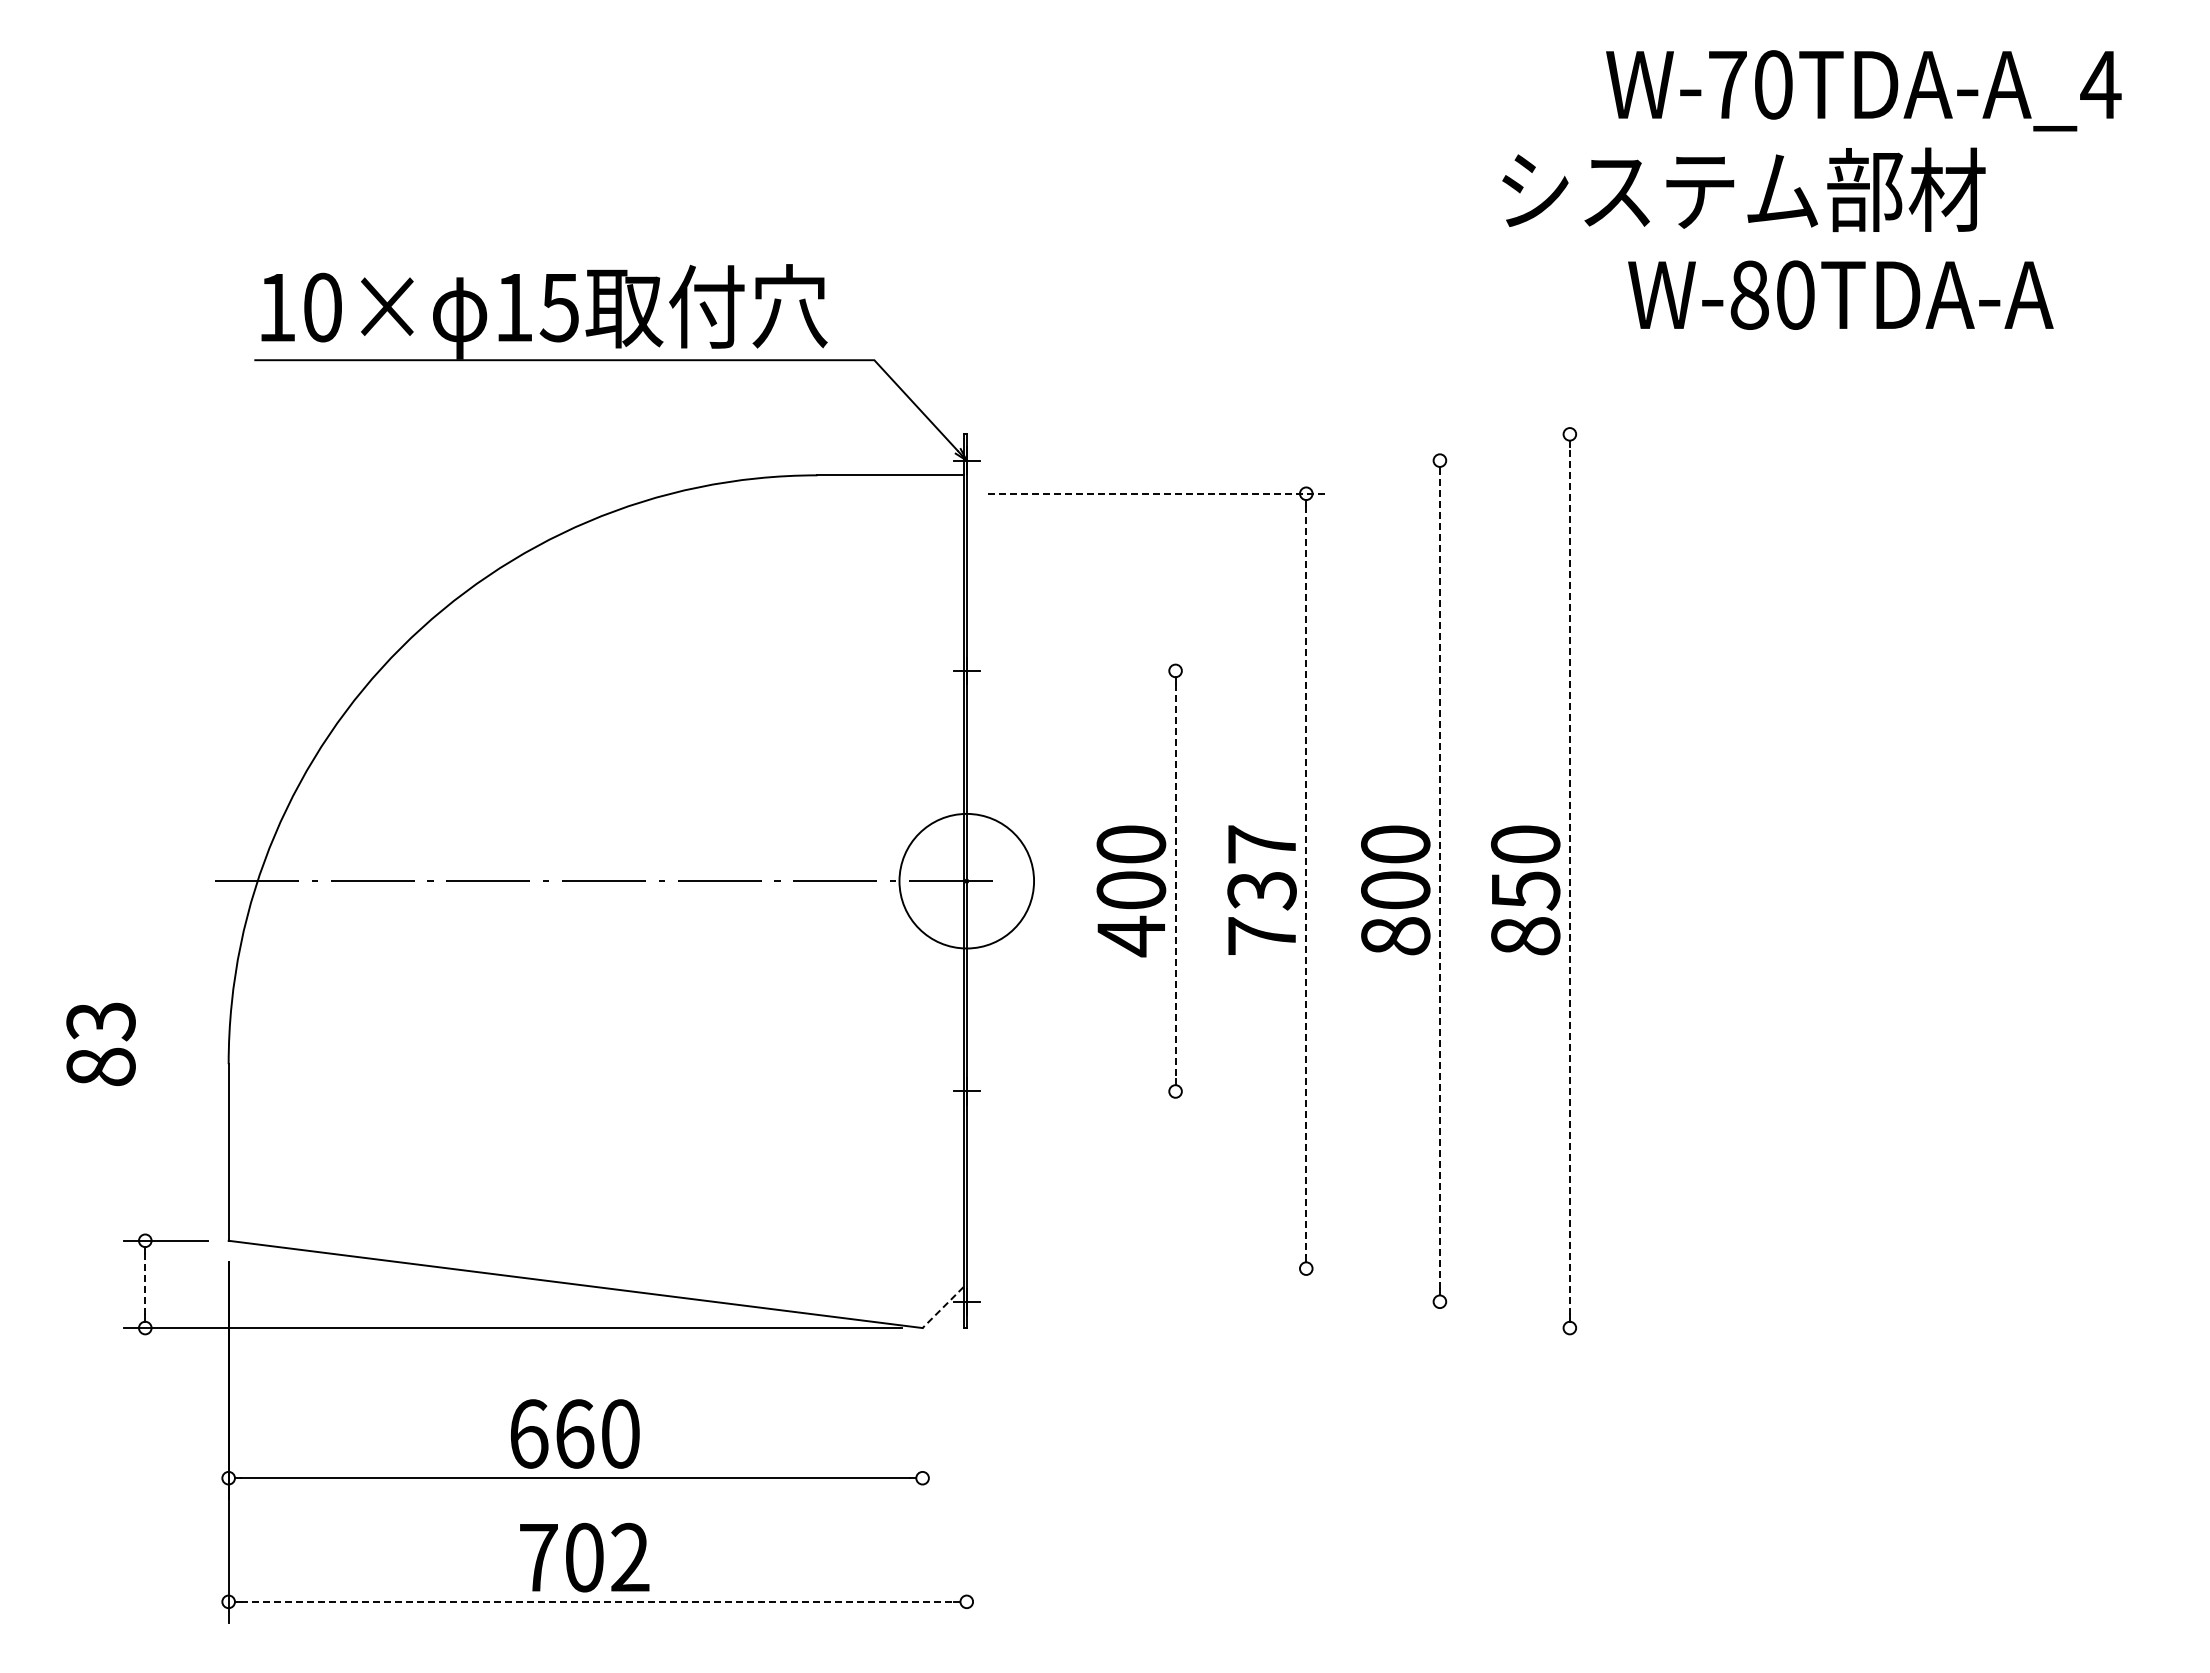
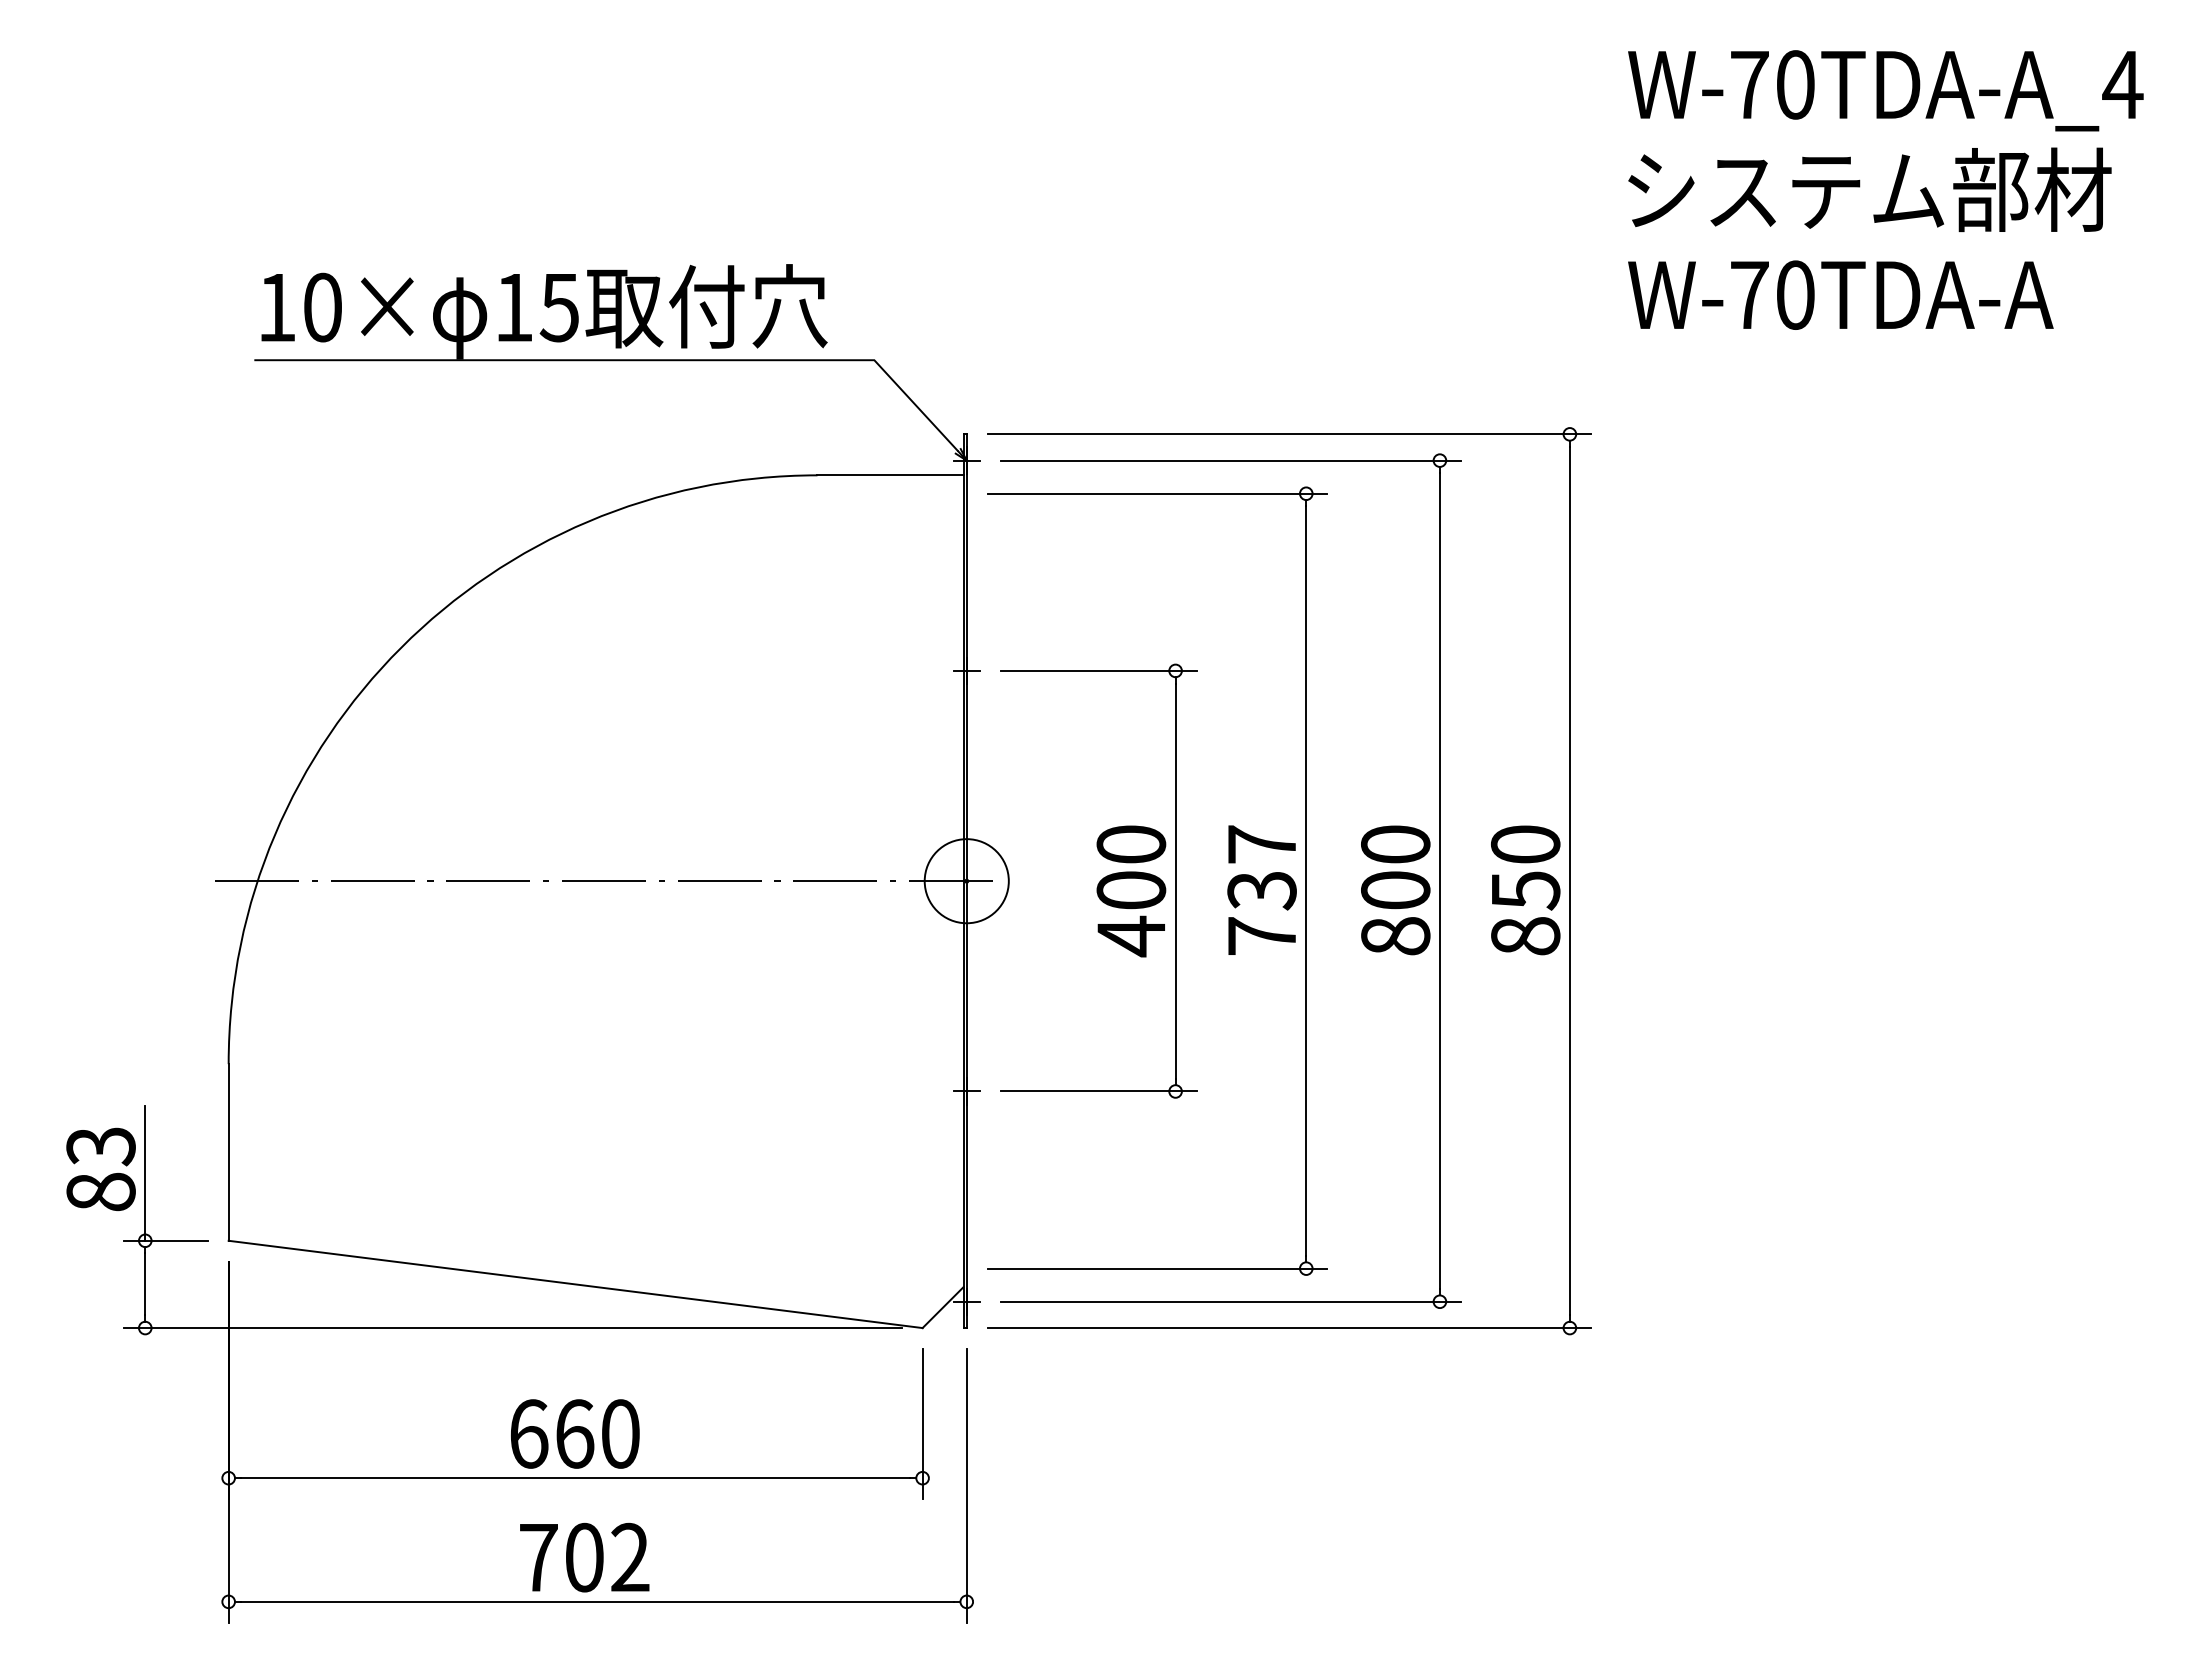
text at (1863, 90) position: (1863, 90) -> (1885, 90)
text at (1743, 189) position: (1743, 189) -> (1869, 189)
text at (1749, 294): W-80TDA-A -> W-70TDA-A
line at (1288, 434): none -> present
line at (1230, 460): none -> present
line at (1157, 493): dashed -> solid
line at (1098, 670): none -> present
circle at (966, 880) diameter: 135 px -> 84 px
line at (1569, 880): dashed -> solid
line at (1175, 881): dashed -> solid
line at (1306, 881): dashed -> solid
line at (1439, 881): dashed -> solid
text at (100, 1043) position: (100, 1043) -> (100, 1168)
line at (1098, 1091): none -> present
line at (145, 1173): none -> present
line at (1157, 1268): none -> present
line at (145, 1283): dashed -> solid
line at (1230, 1301): none -> present
line at (943, 1307): dashed -> solid
line at (1288, 1328): none -> present
line at (922, 1424): none -> present
line at (966, 1485): none -> present
line at (598, 1601): dashed -> solid
